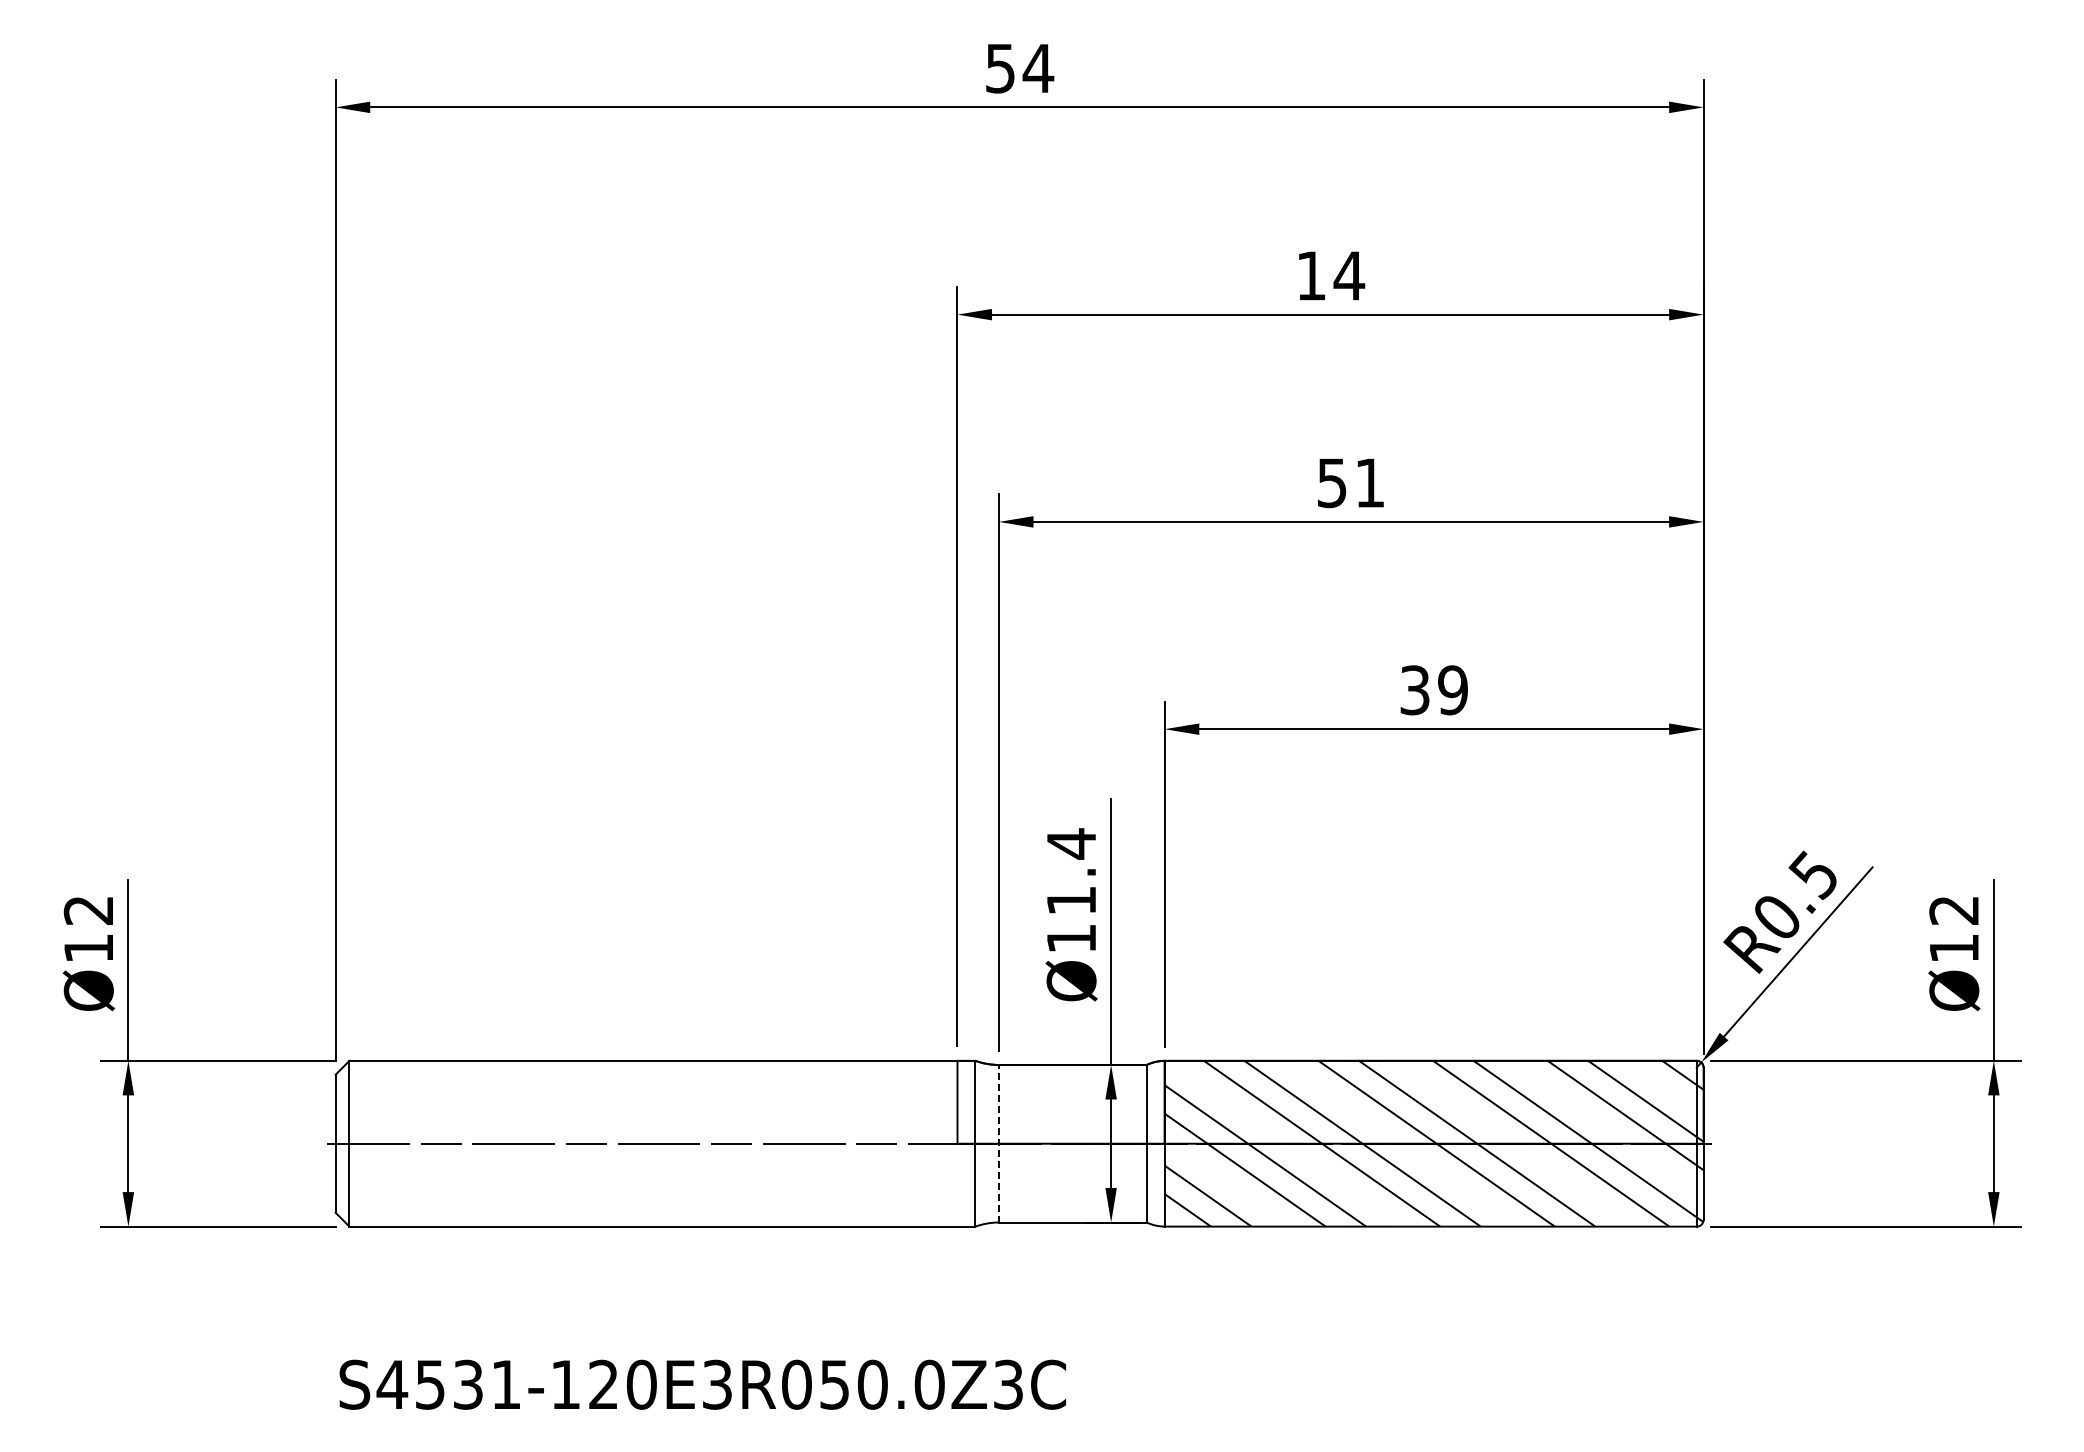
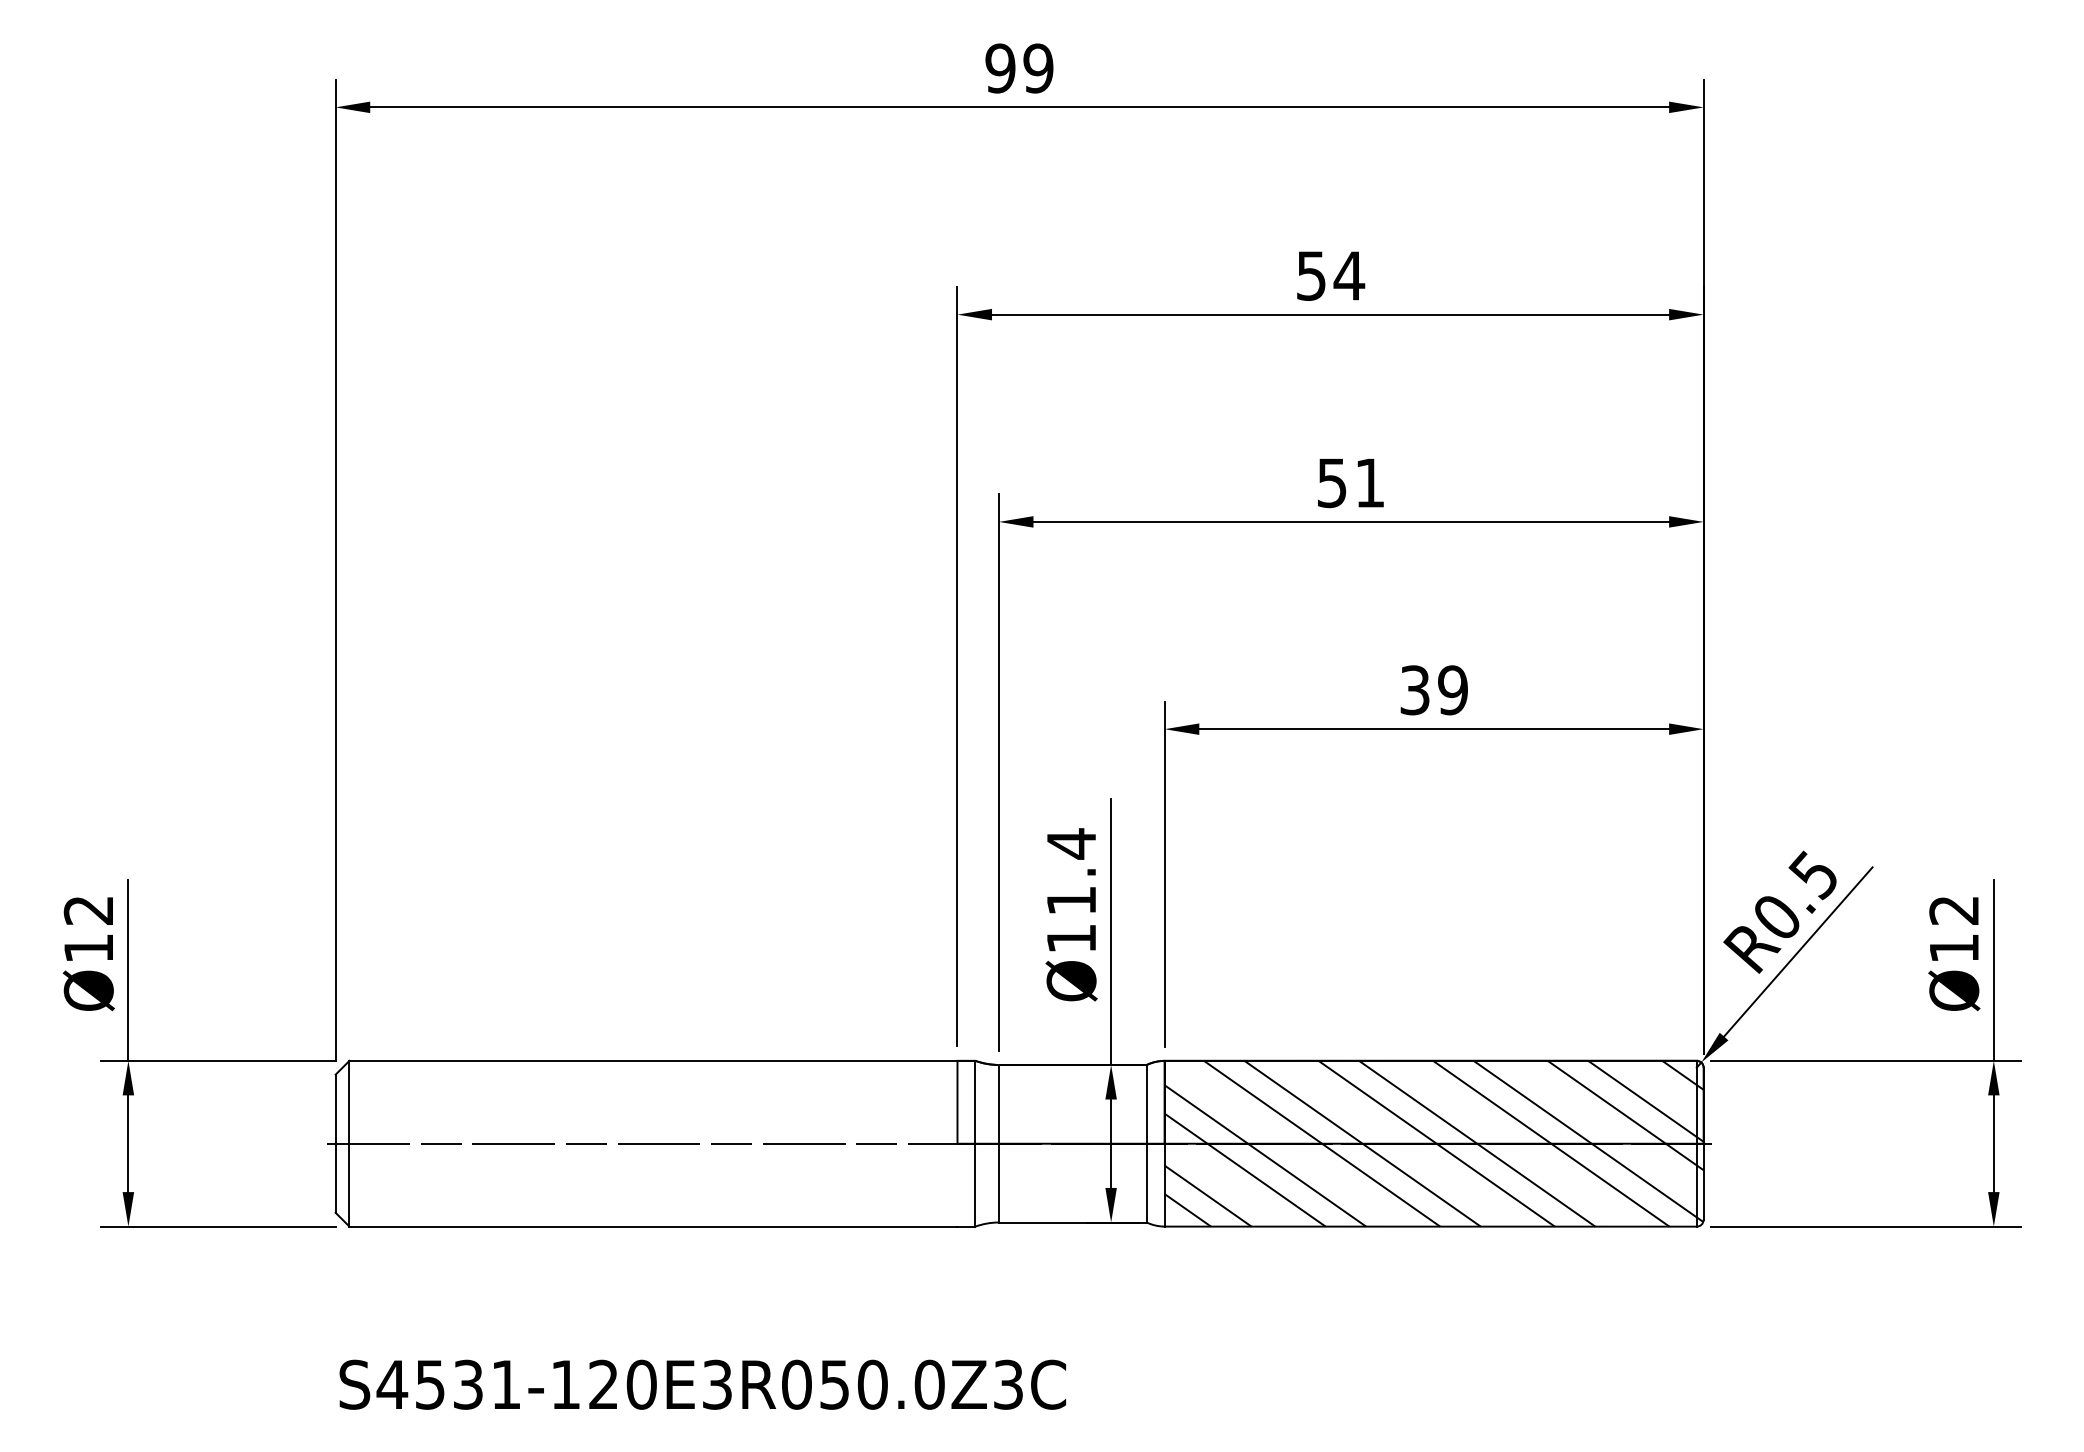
text at (1019, 68): 54 -> 99
text at (1311, 275): 14 -> 54
line at (998, 1143): dashed -> solid
